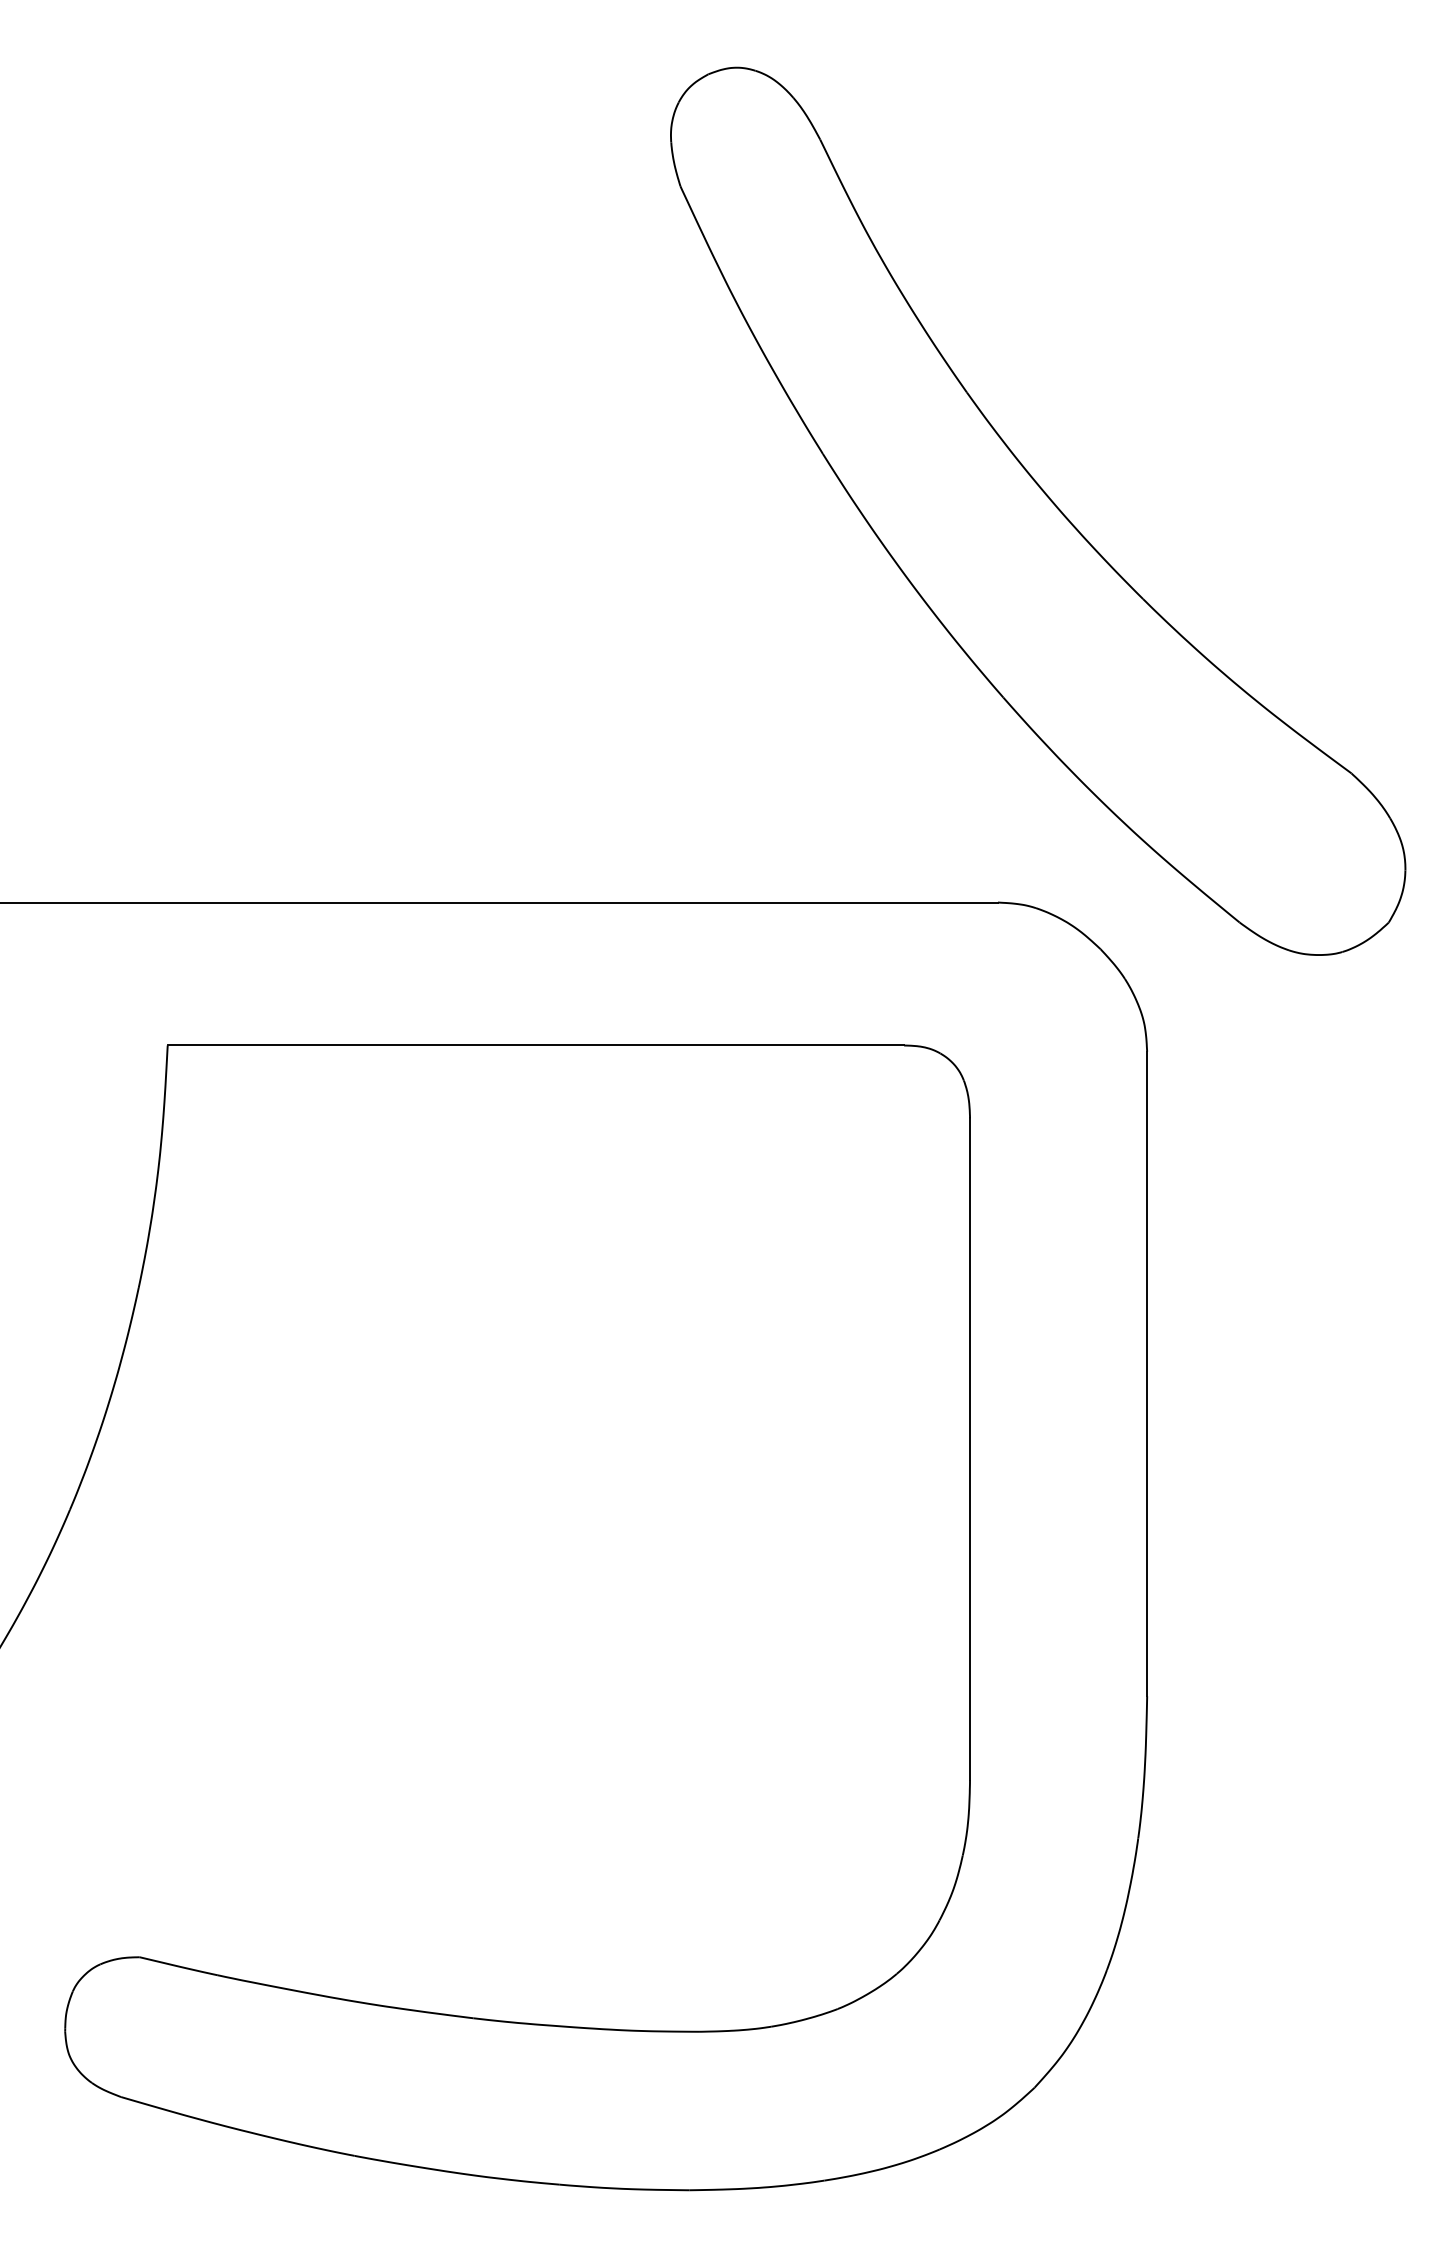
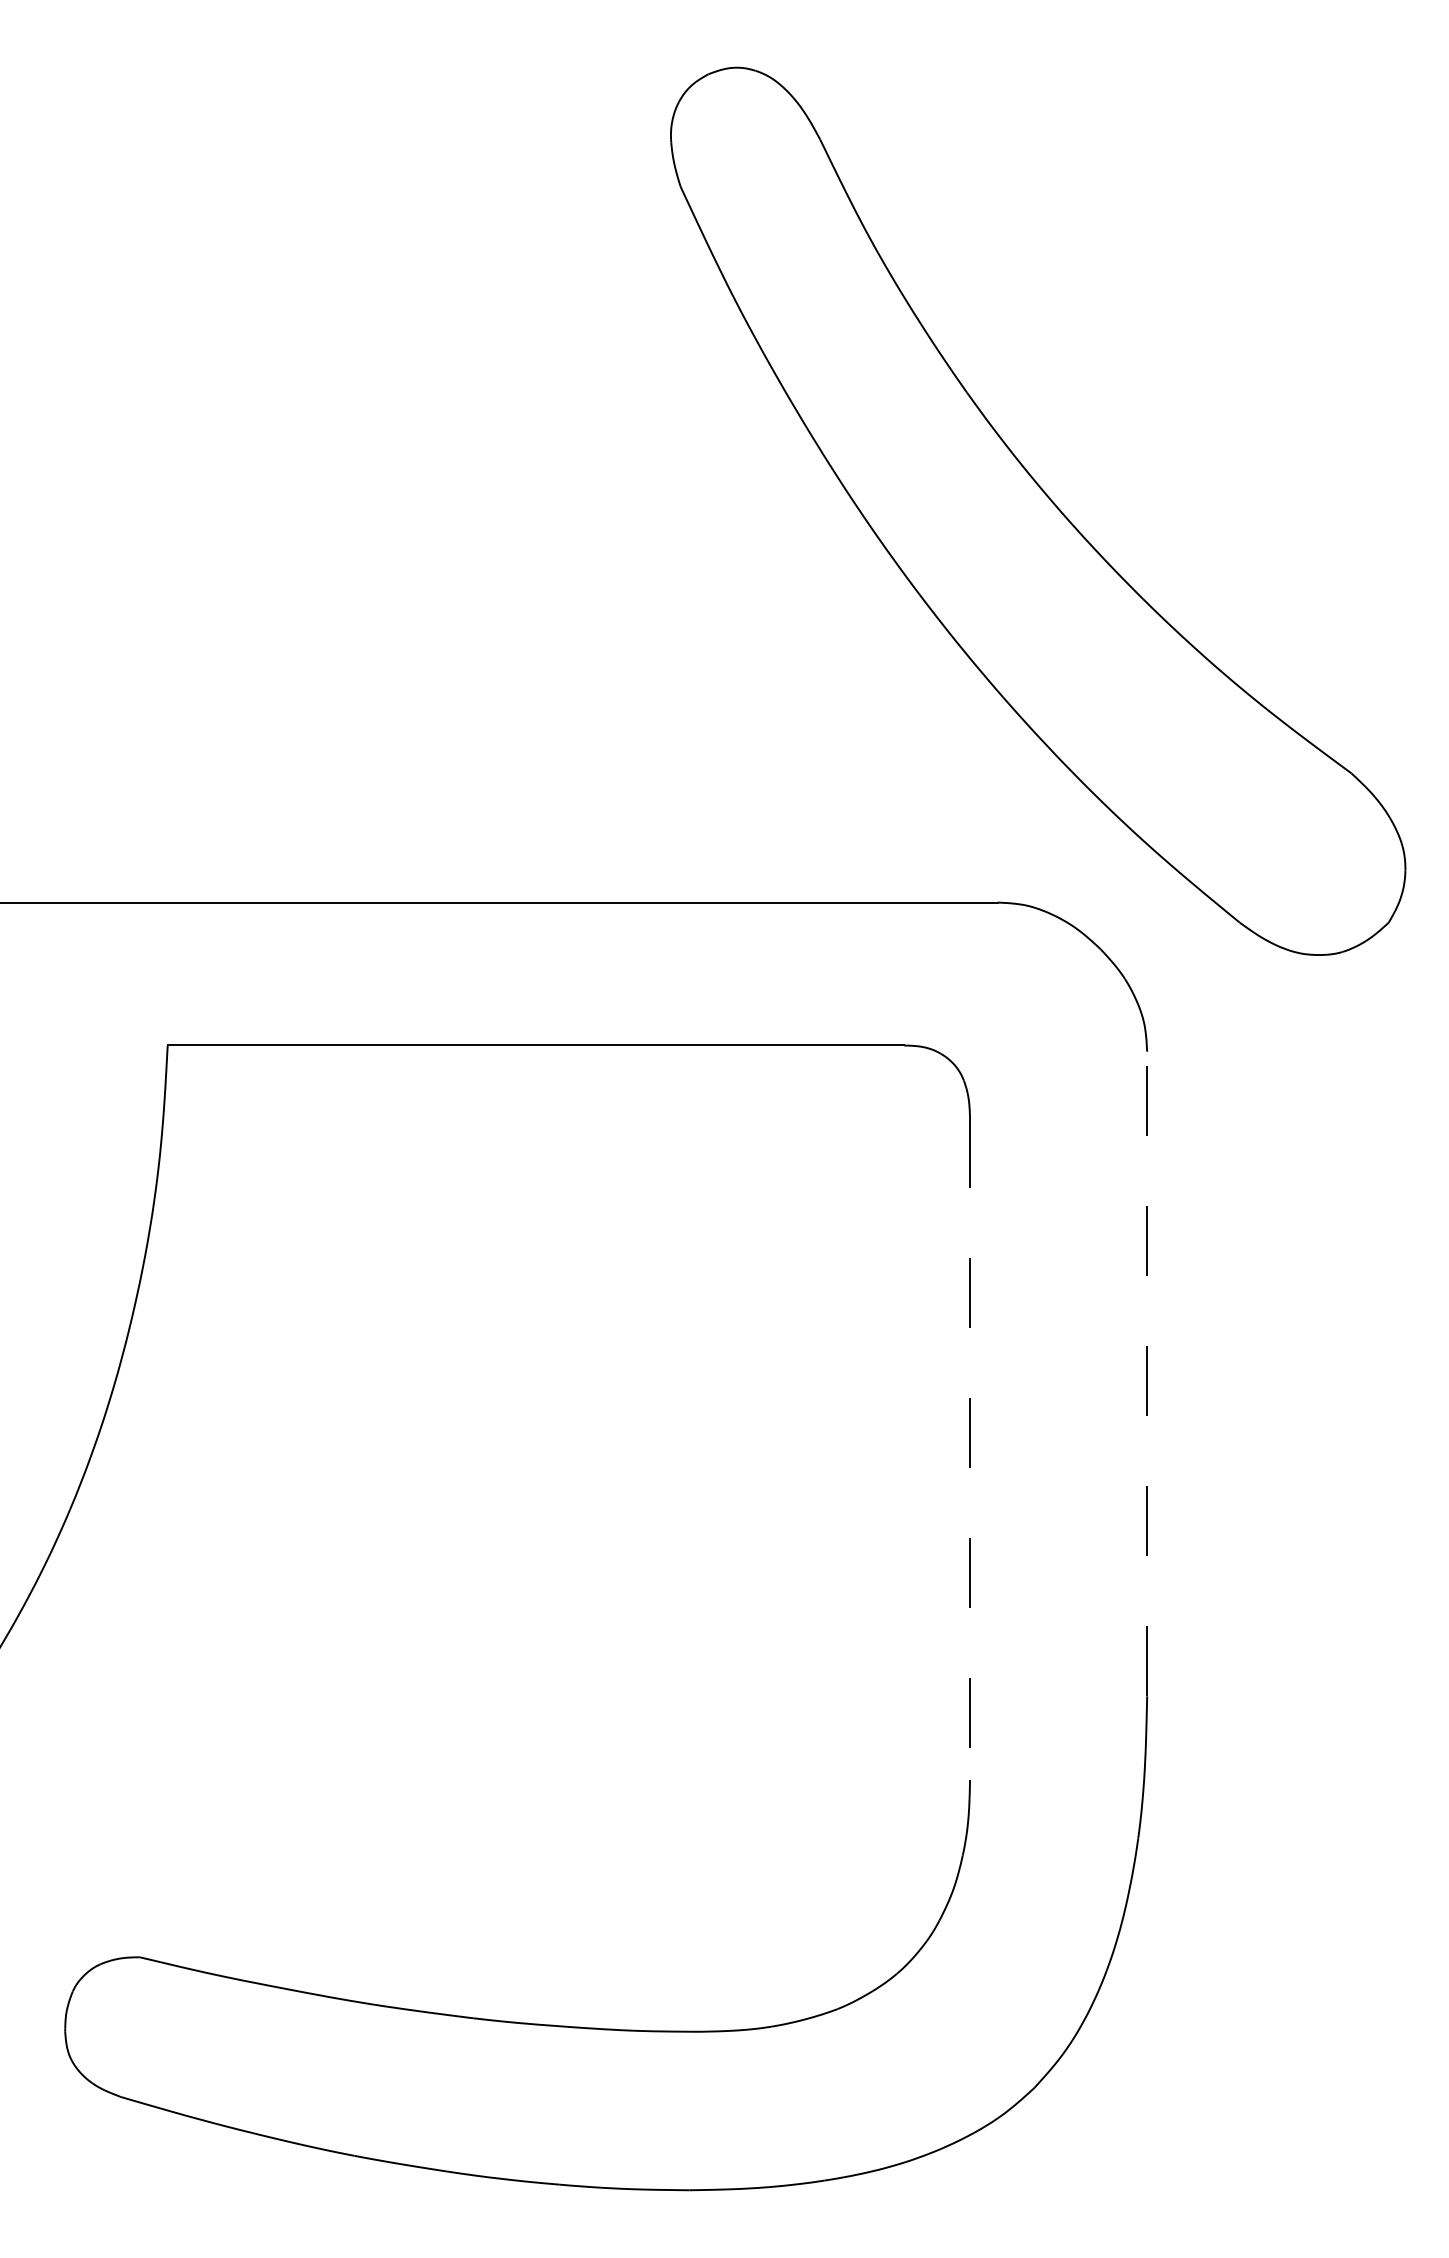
line at (1147, 1373): solid -> dashed
line at (970, 1449): solid -> dashed
